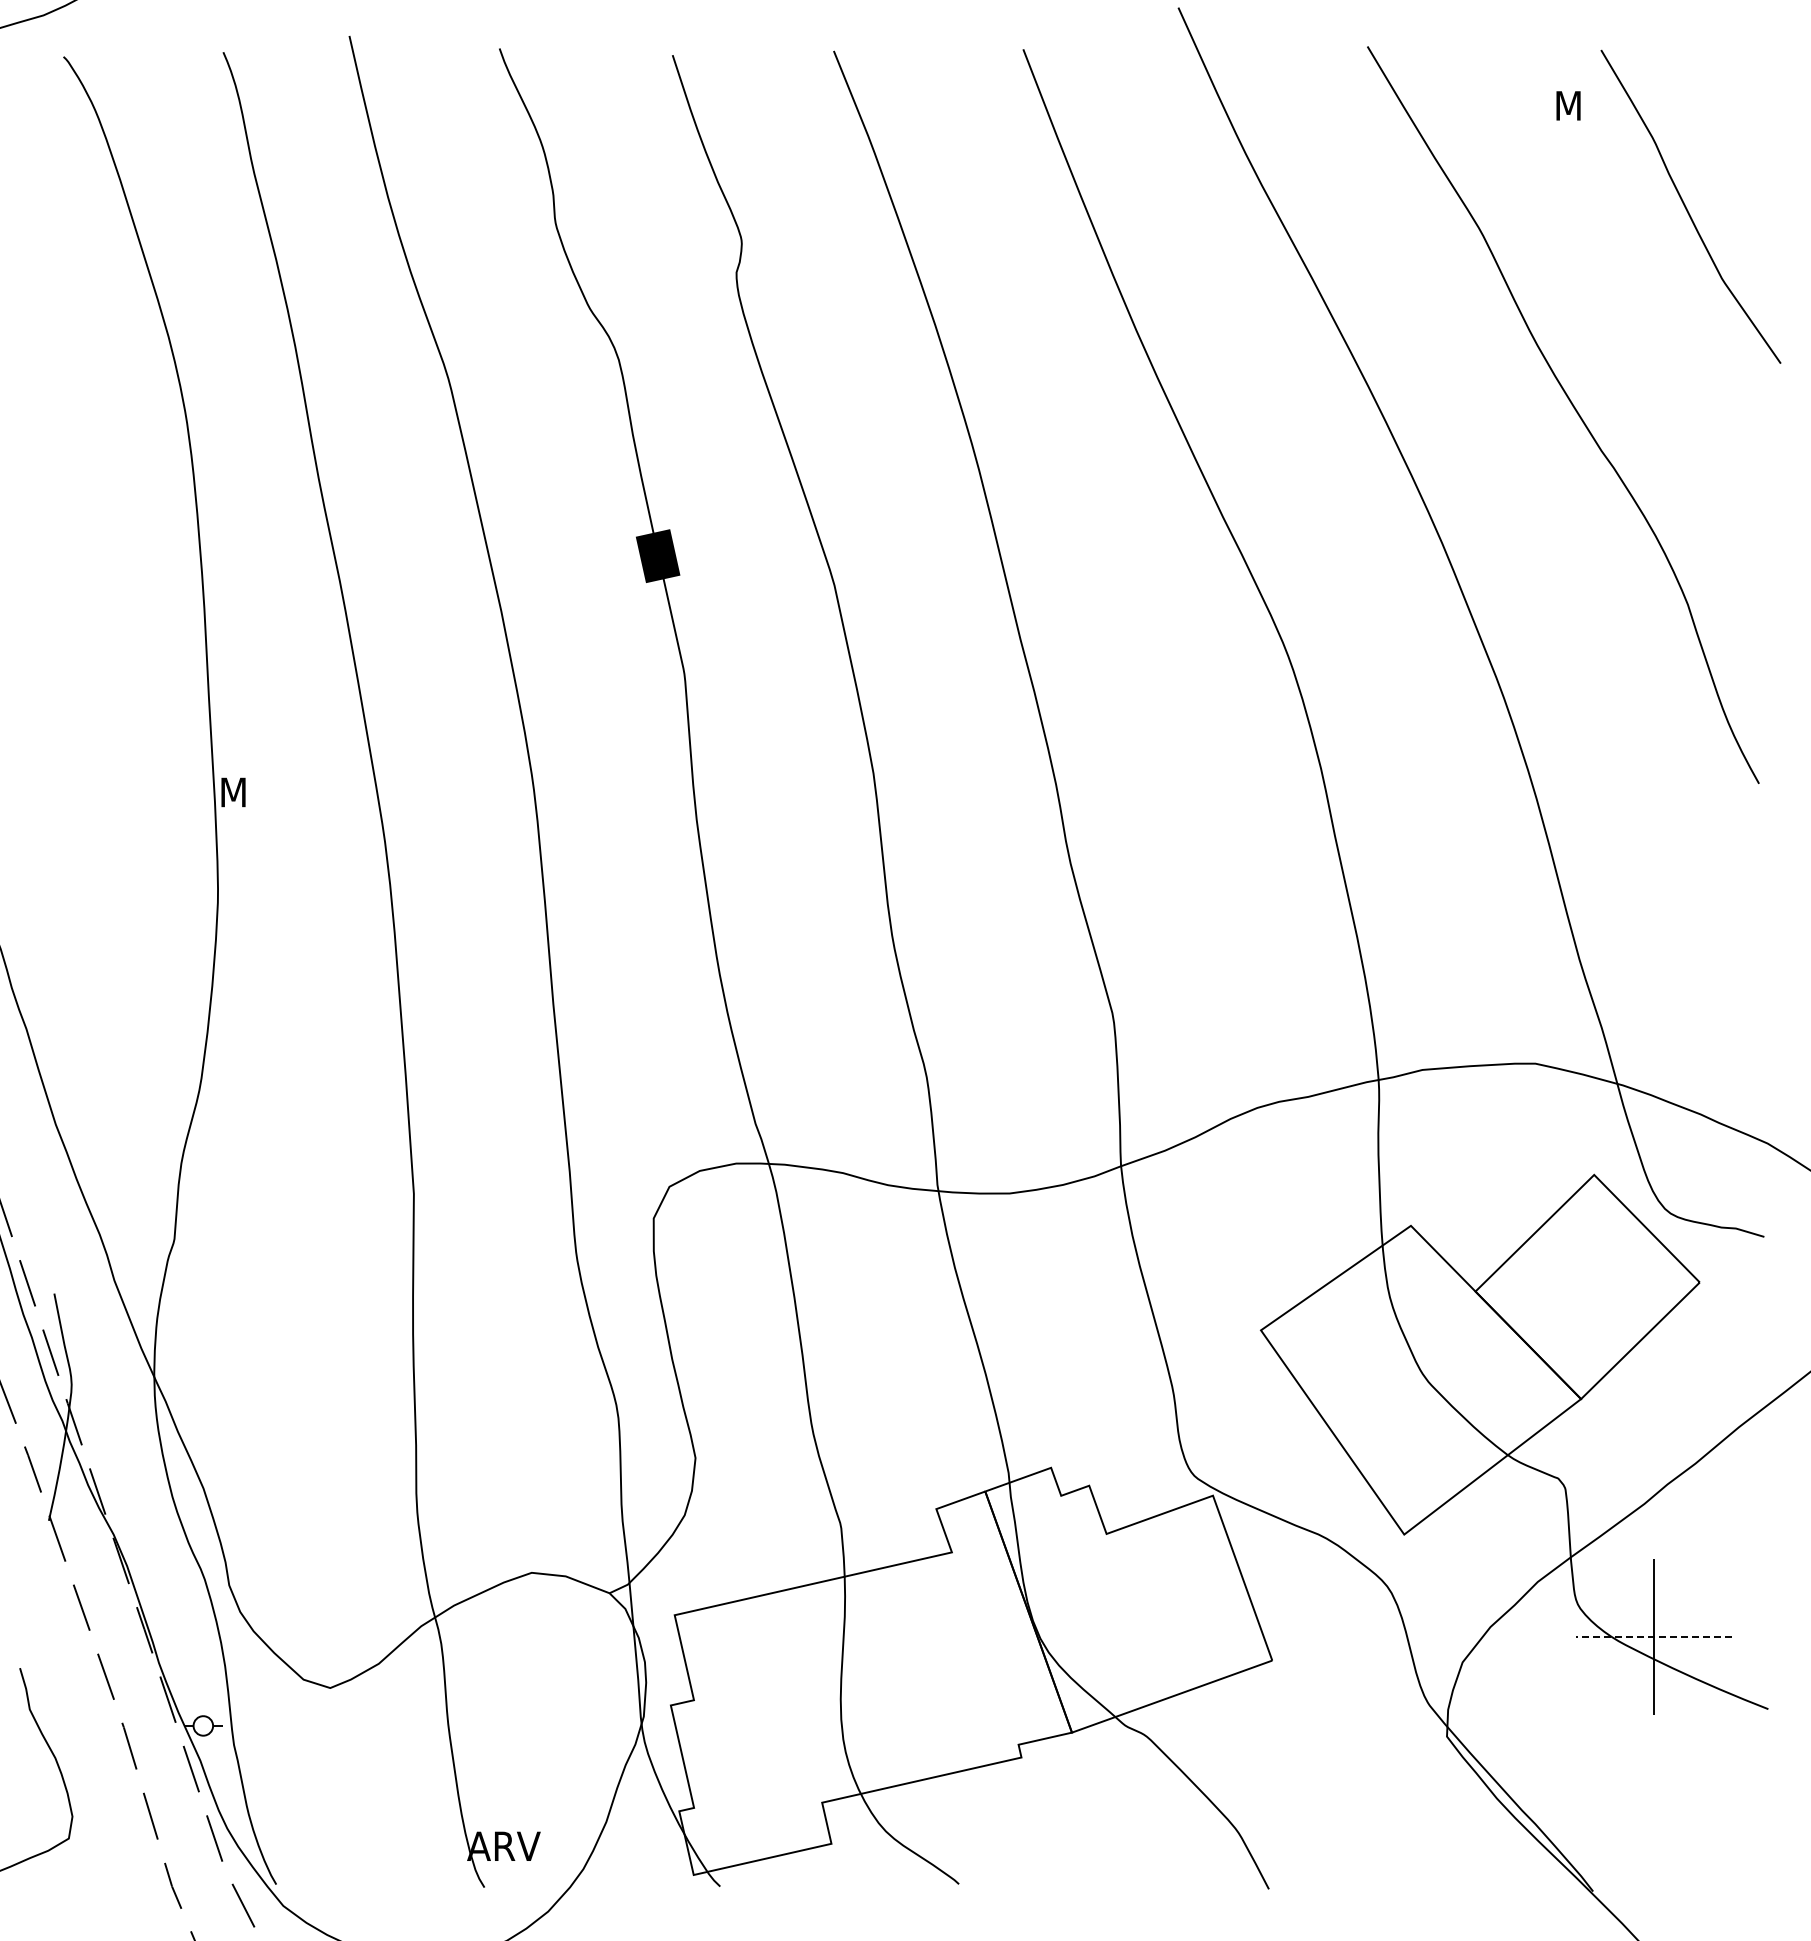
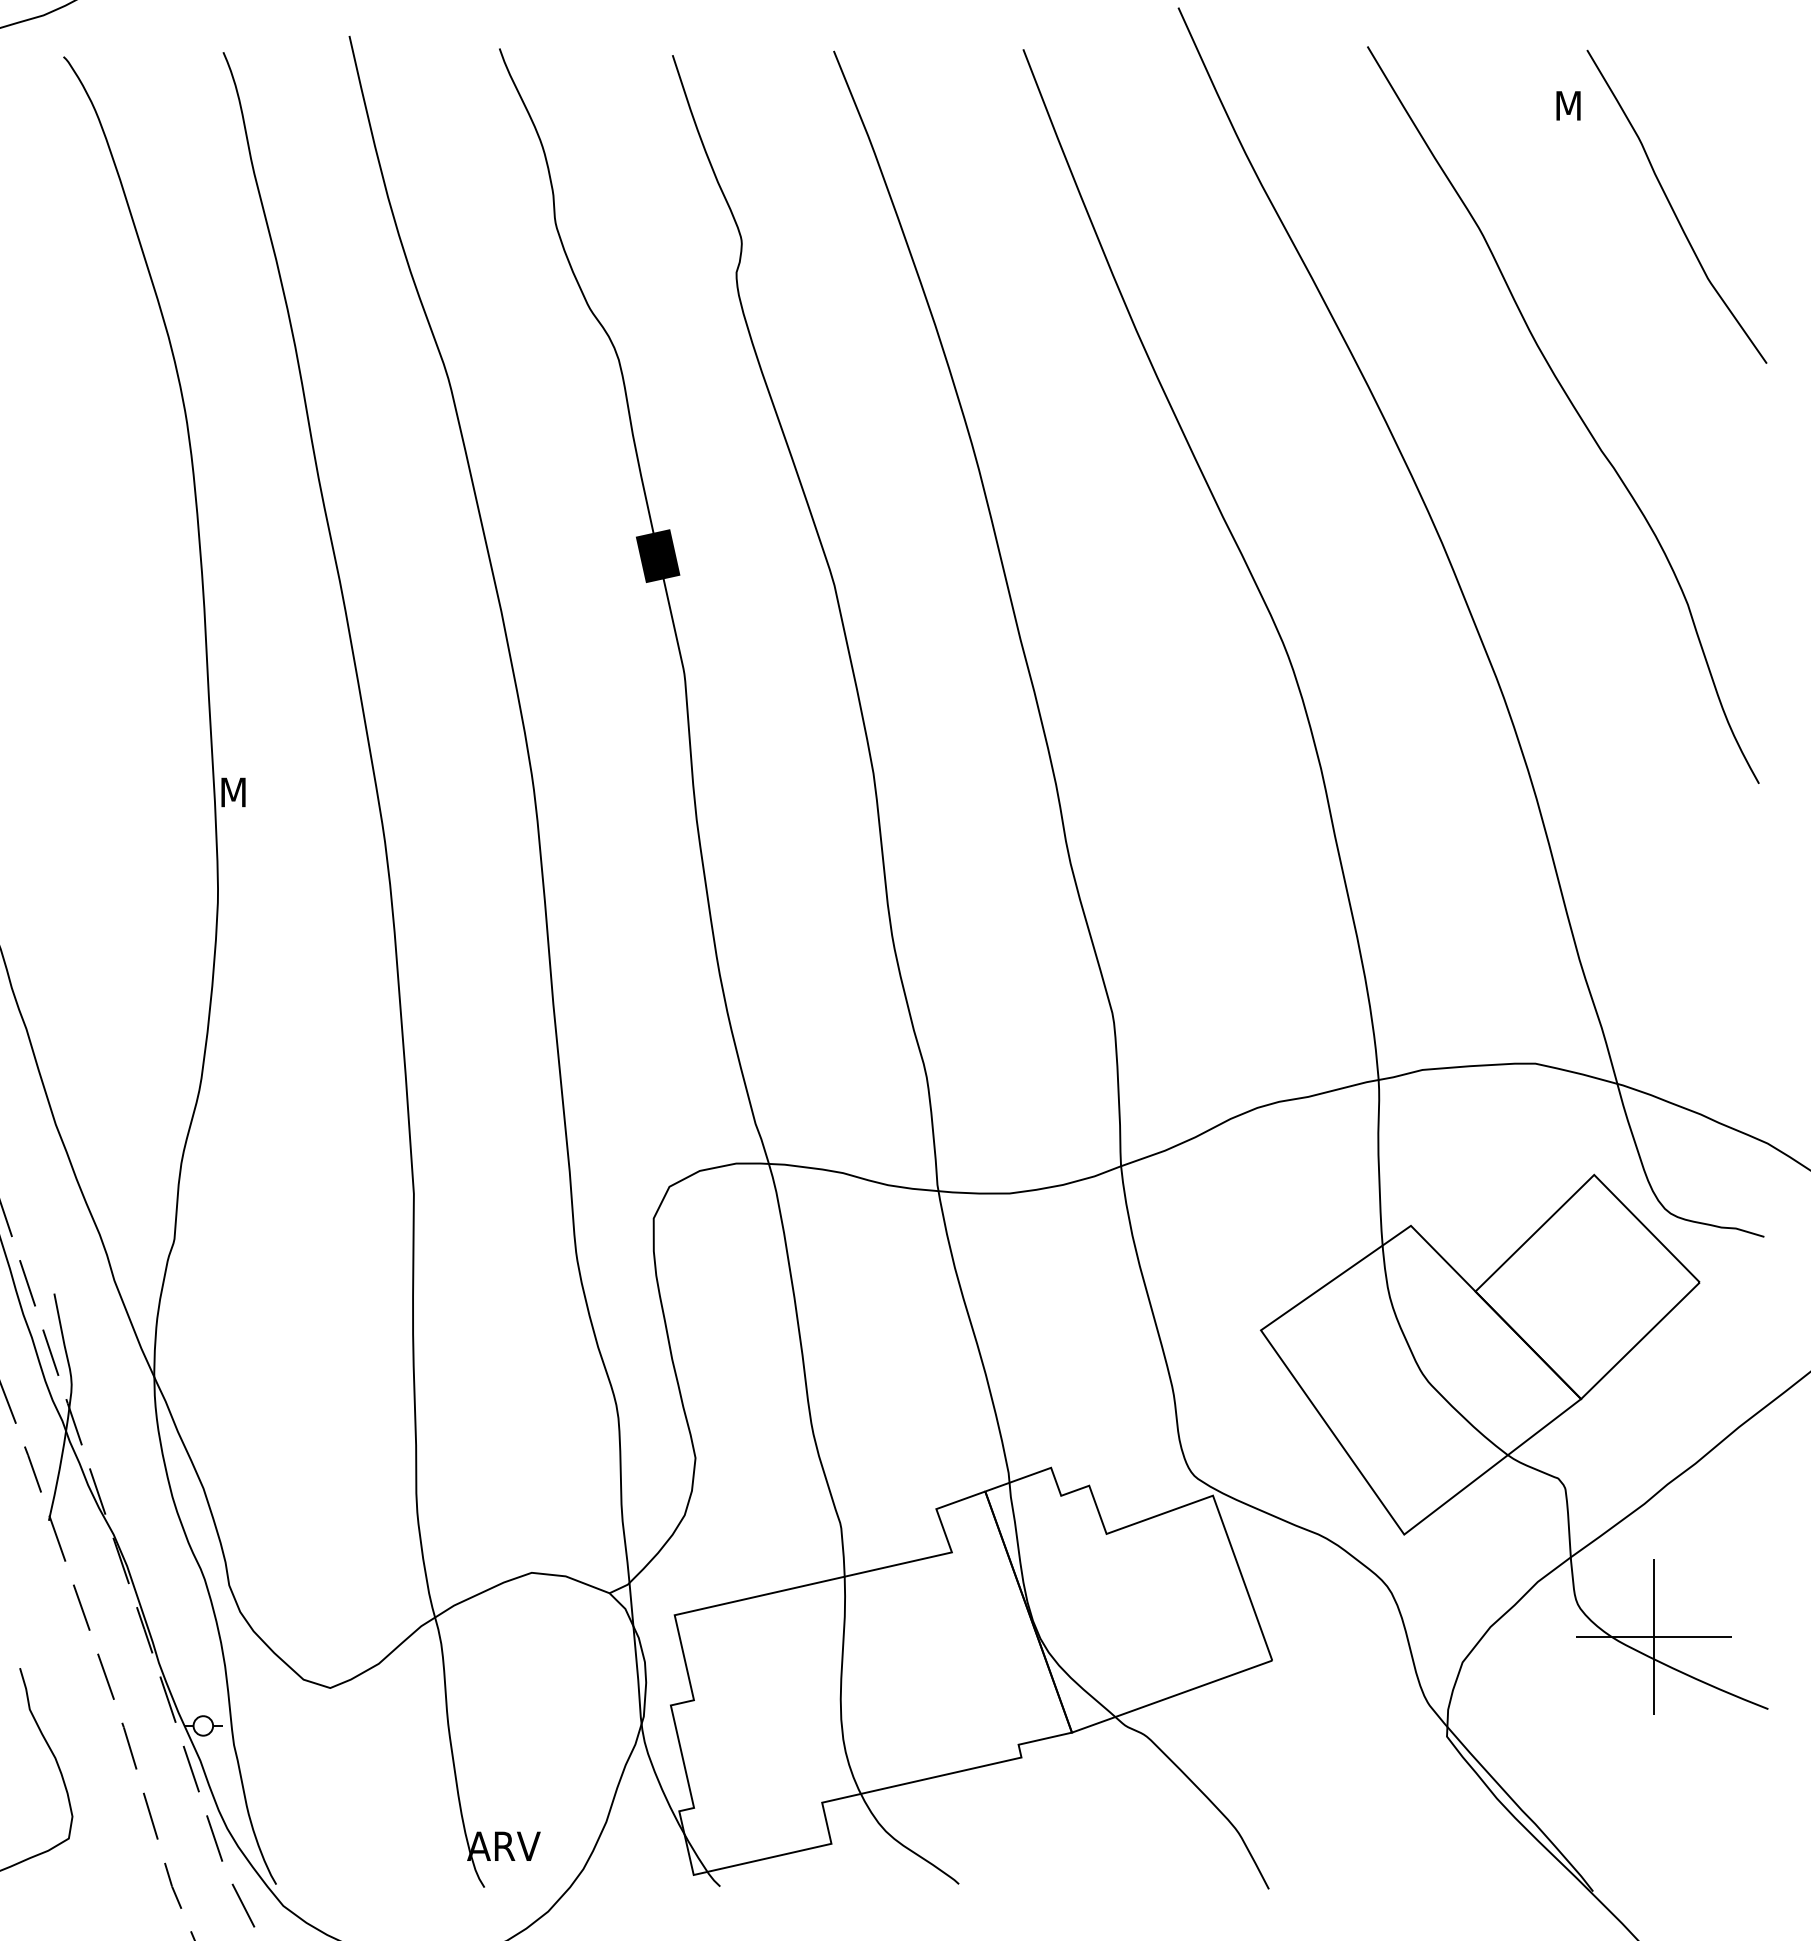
curve at (1687, 208) position: (1687, 208) -> (1673, 208)
line at (1653, 1637): dashed -> solid
